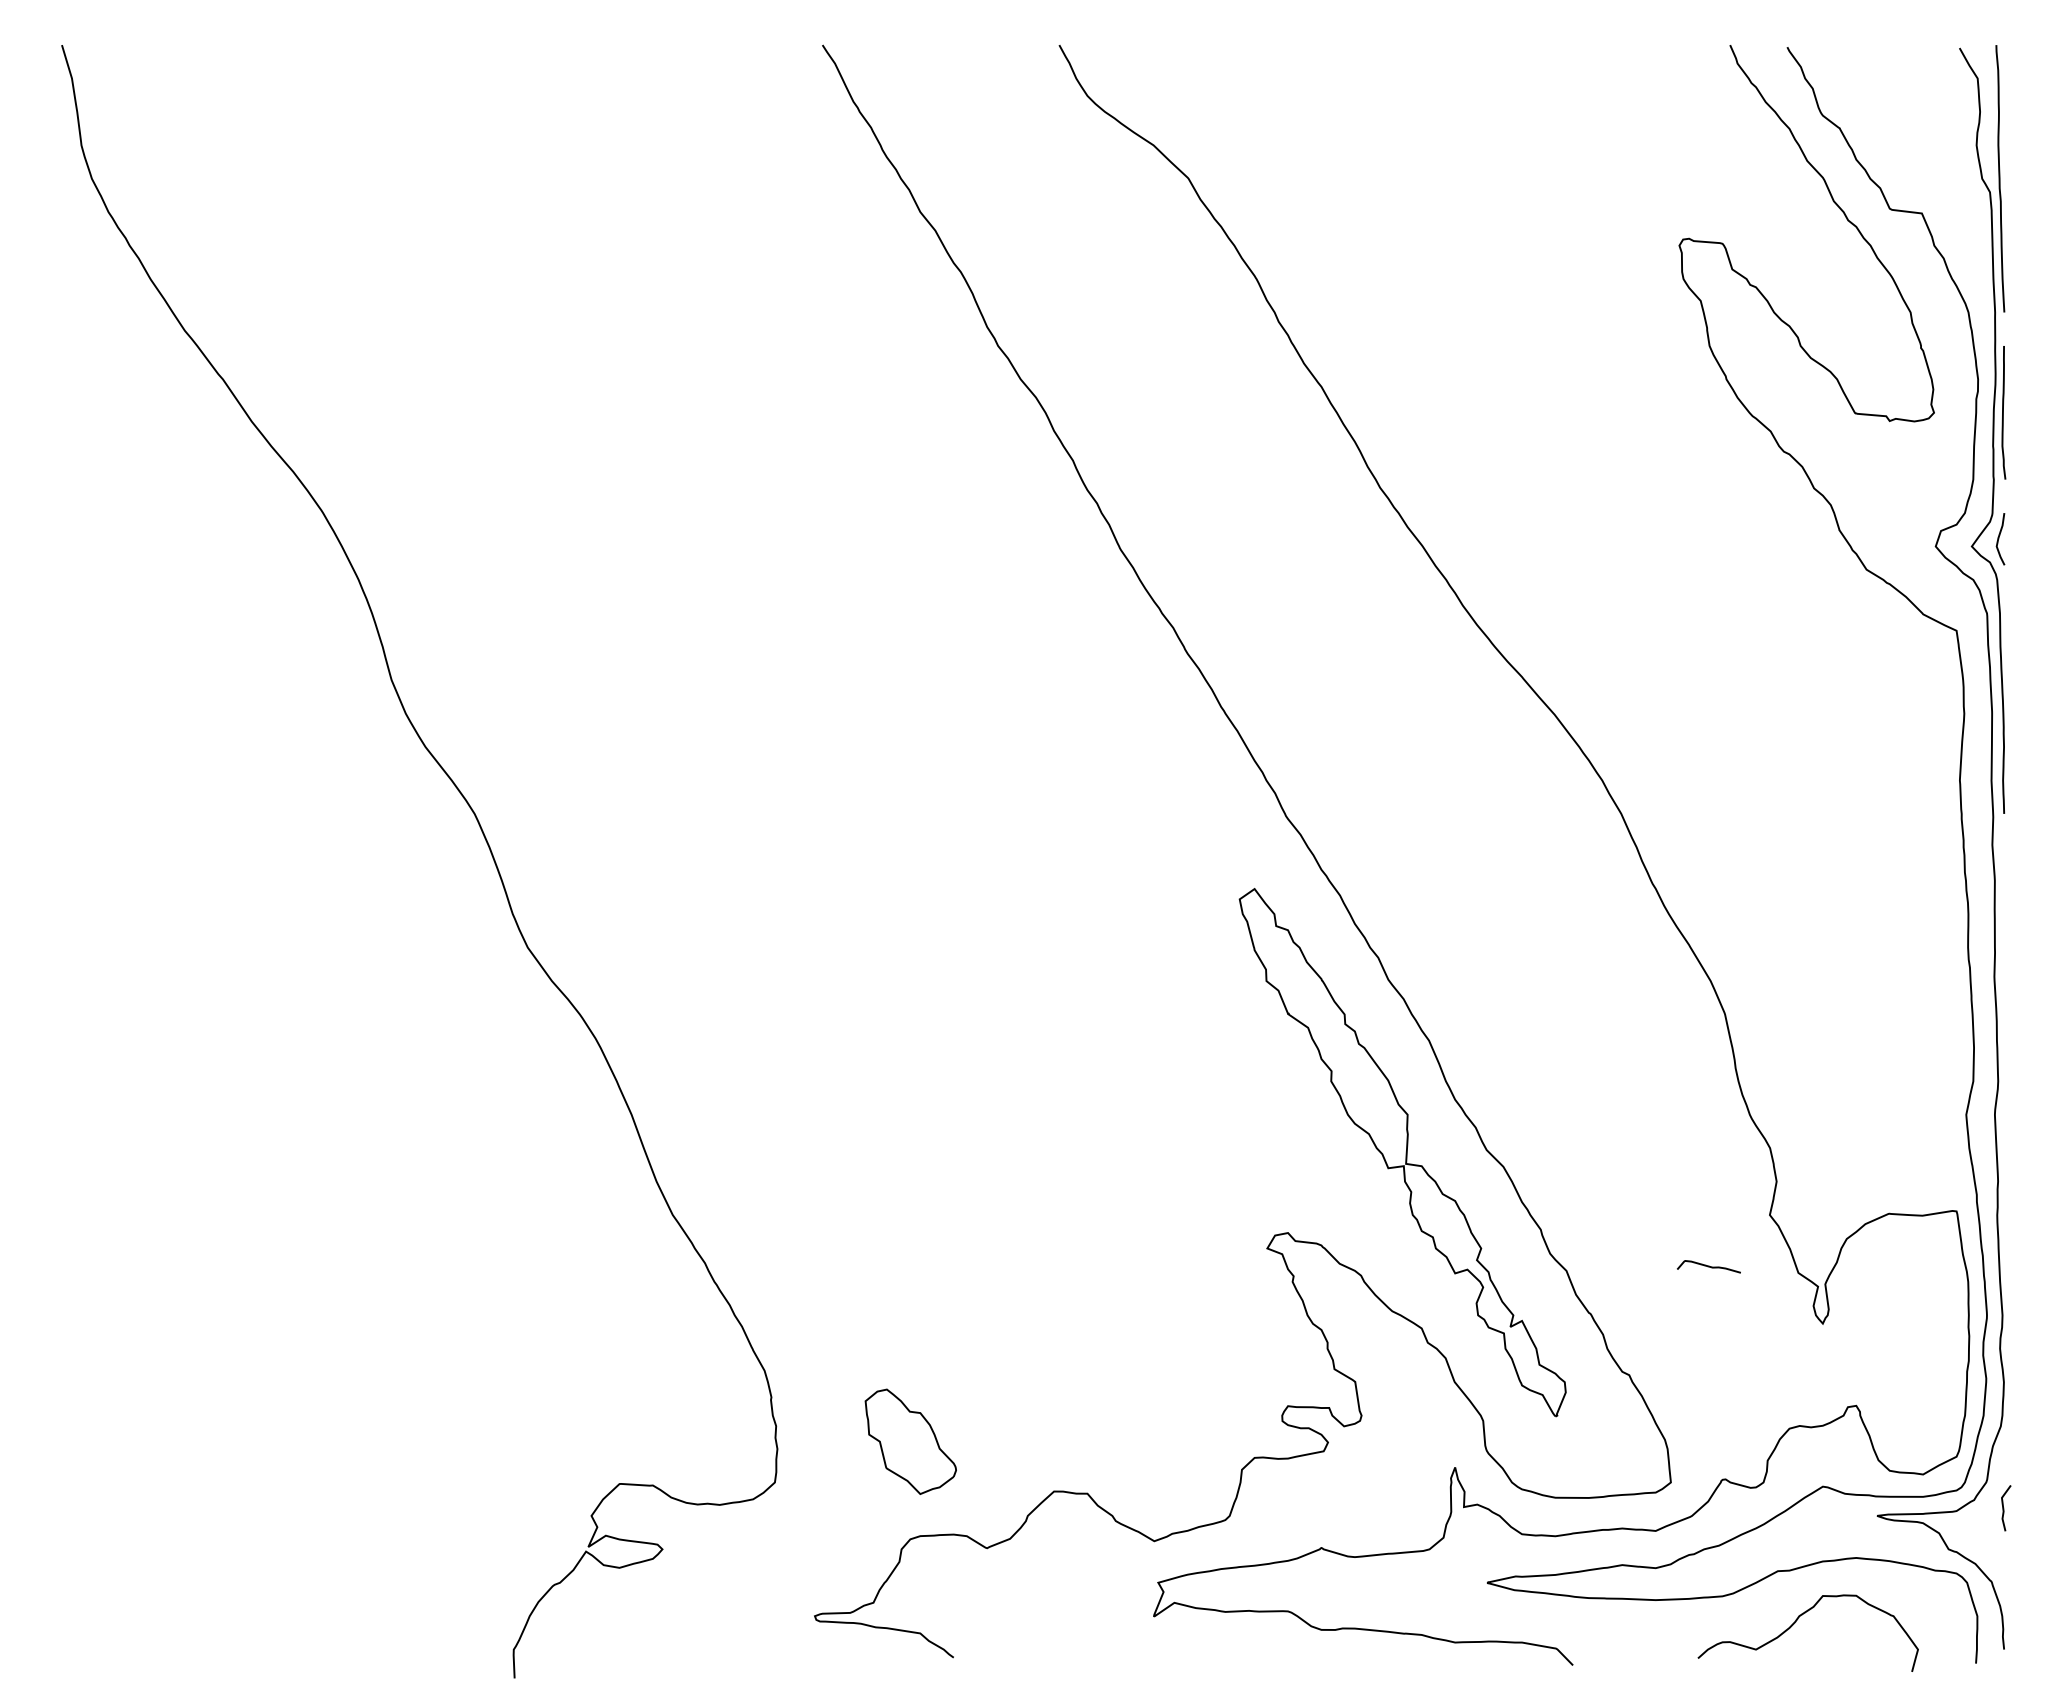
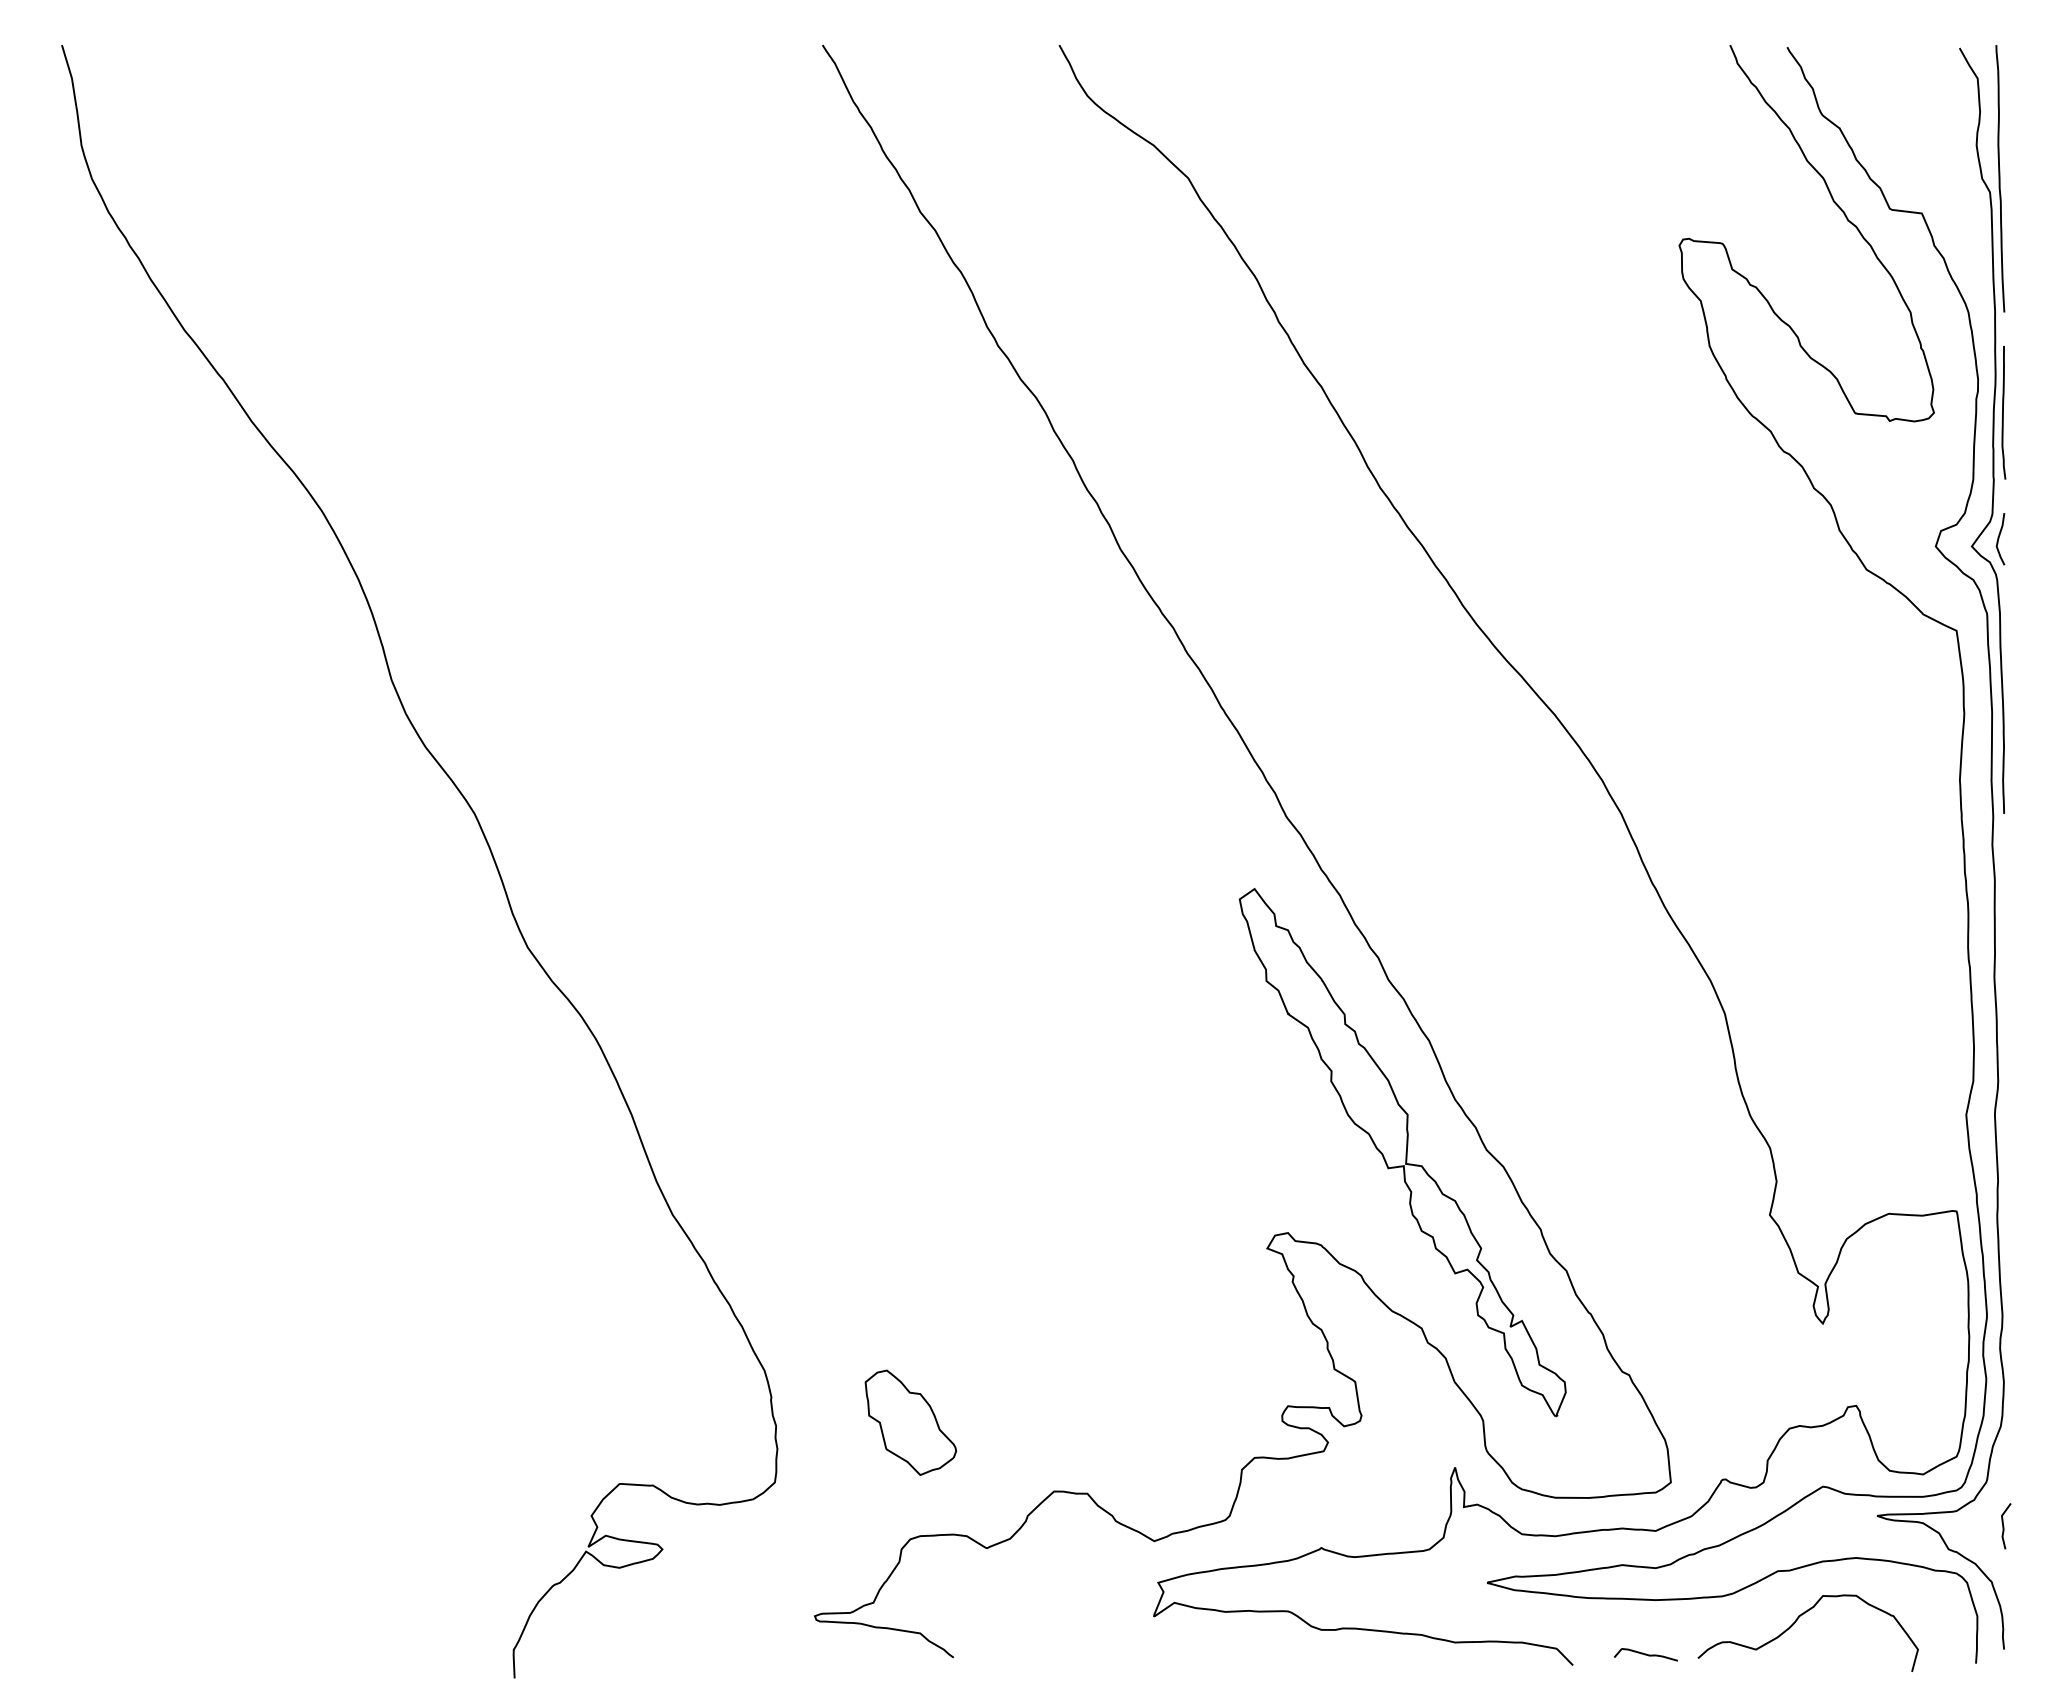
curve at (1708, 1266) position: (1708, 1266) -> (1645, 1654)
part at (910, 1441) position: (910, 1441) -> (910, 1422)
line at (2004, 1508) position: (2004, 1508) -> (2004, 1526)
